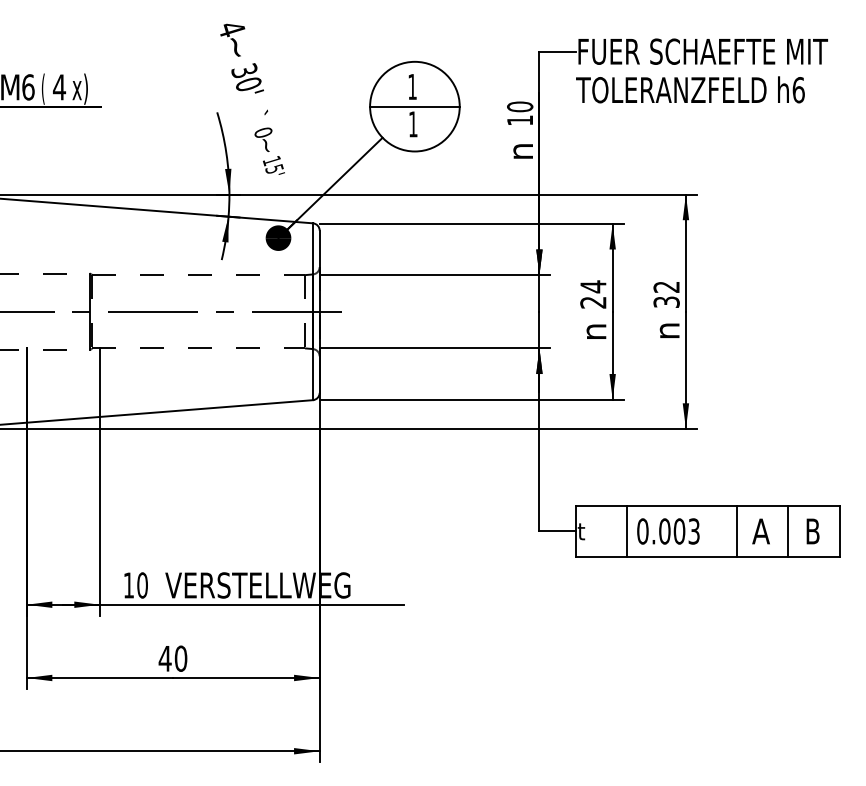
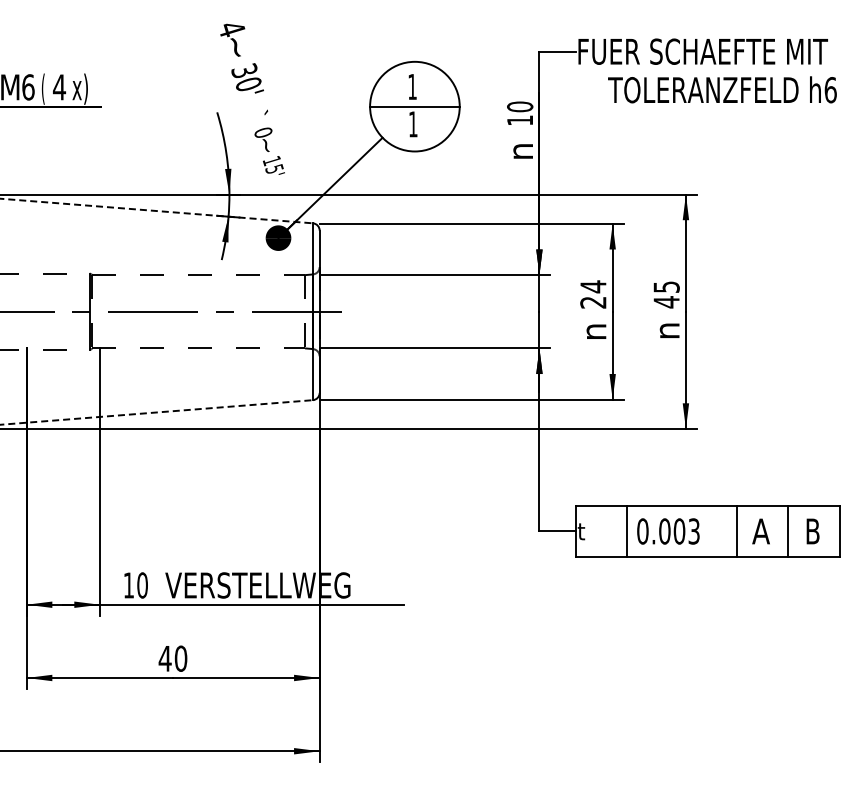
text at (690, 89) position: (690, 89) -> (722, 89)
line at (156, 211): solid -> dashed
text at (666, 294): 32 -> 45
line at (156, 412): solid -> dashed
